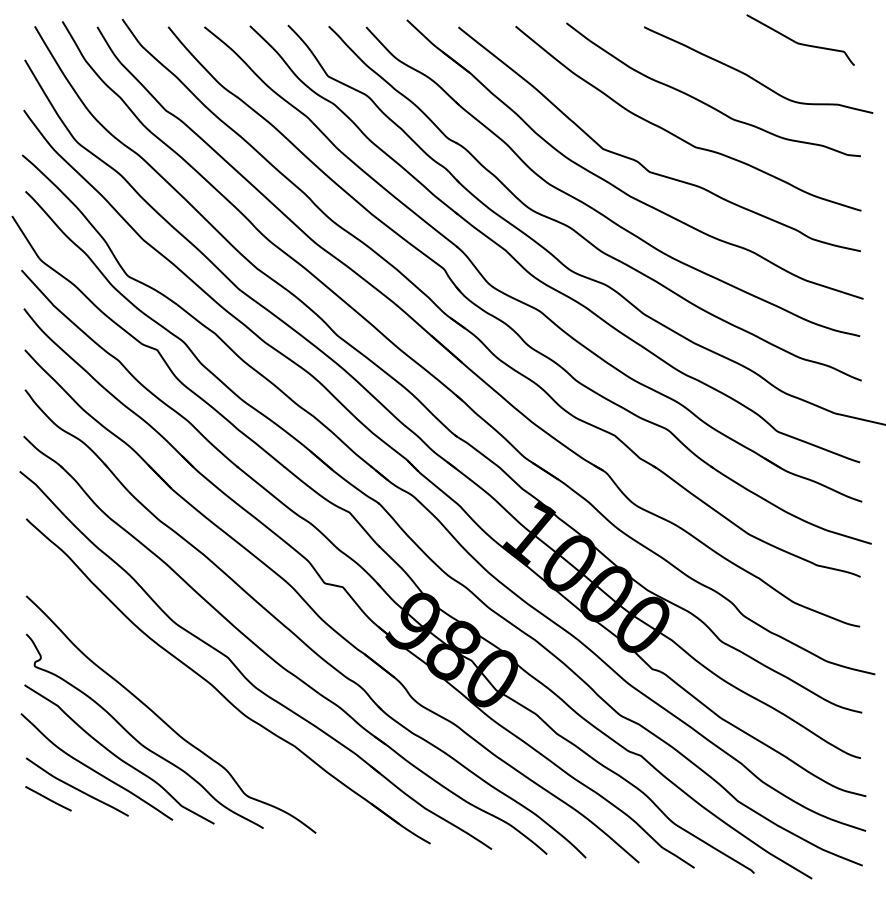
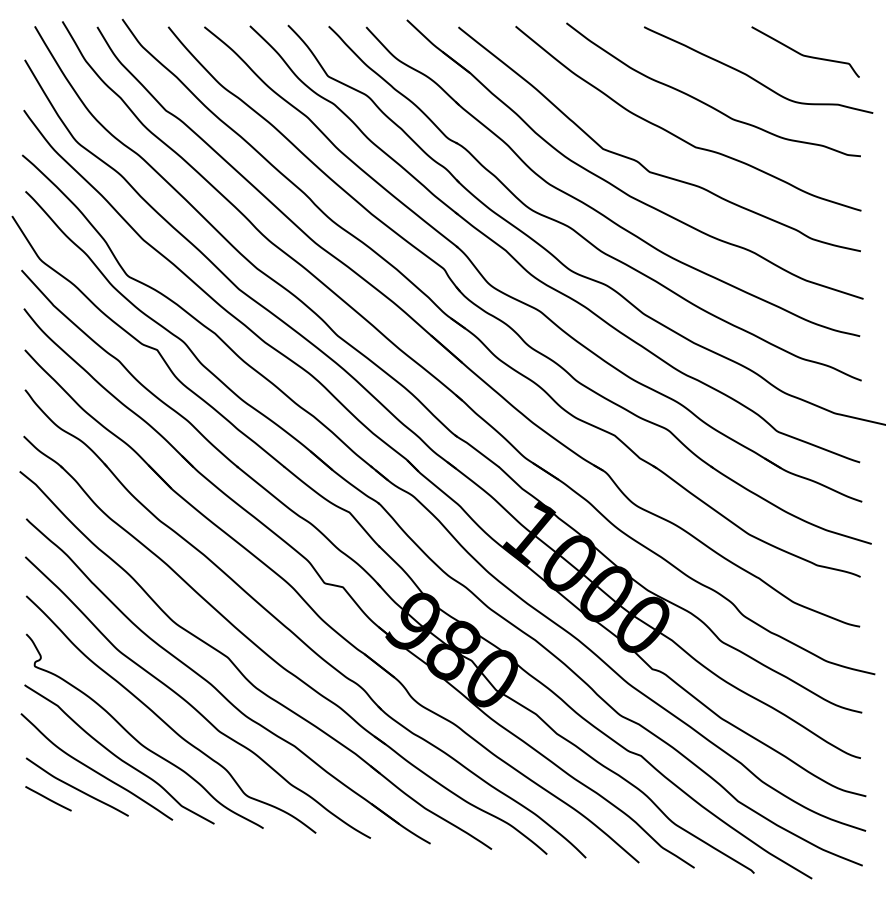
curve at (799, 42) position: (799, 42) -> (804, 54)
curve at (191, 704): none -> present
